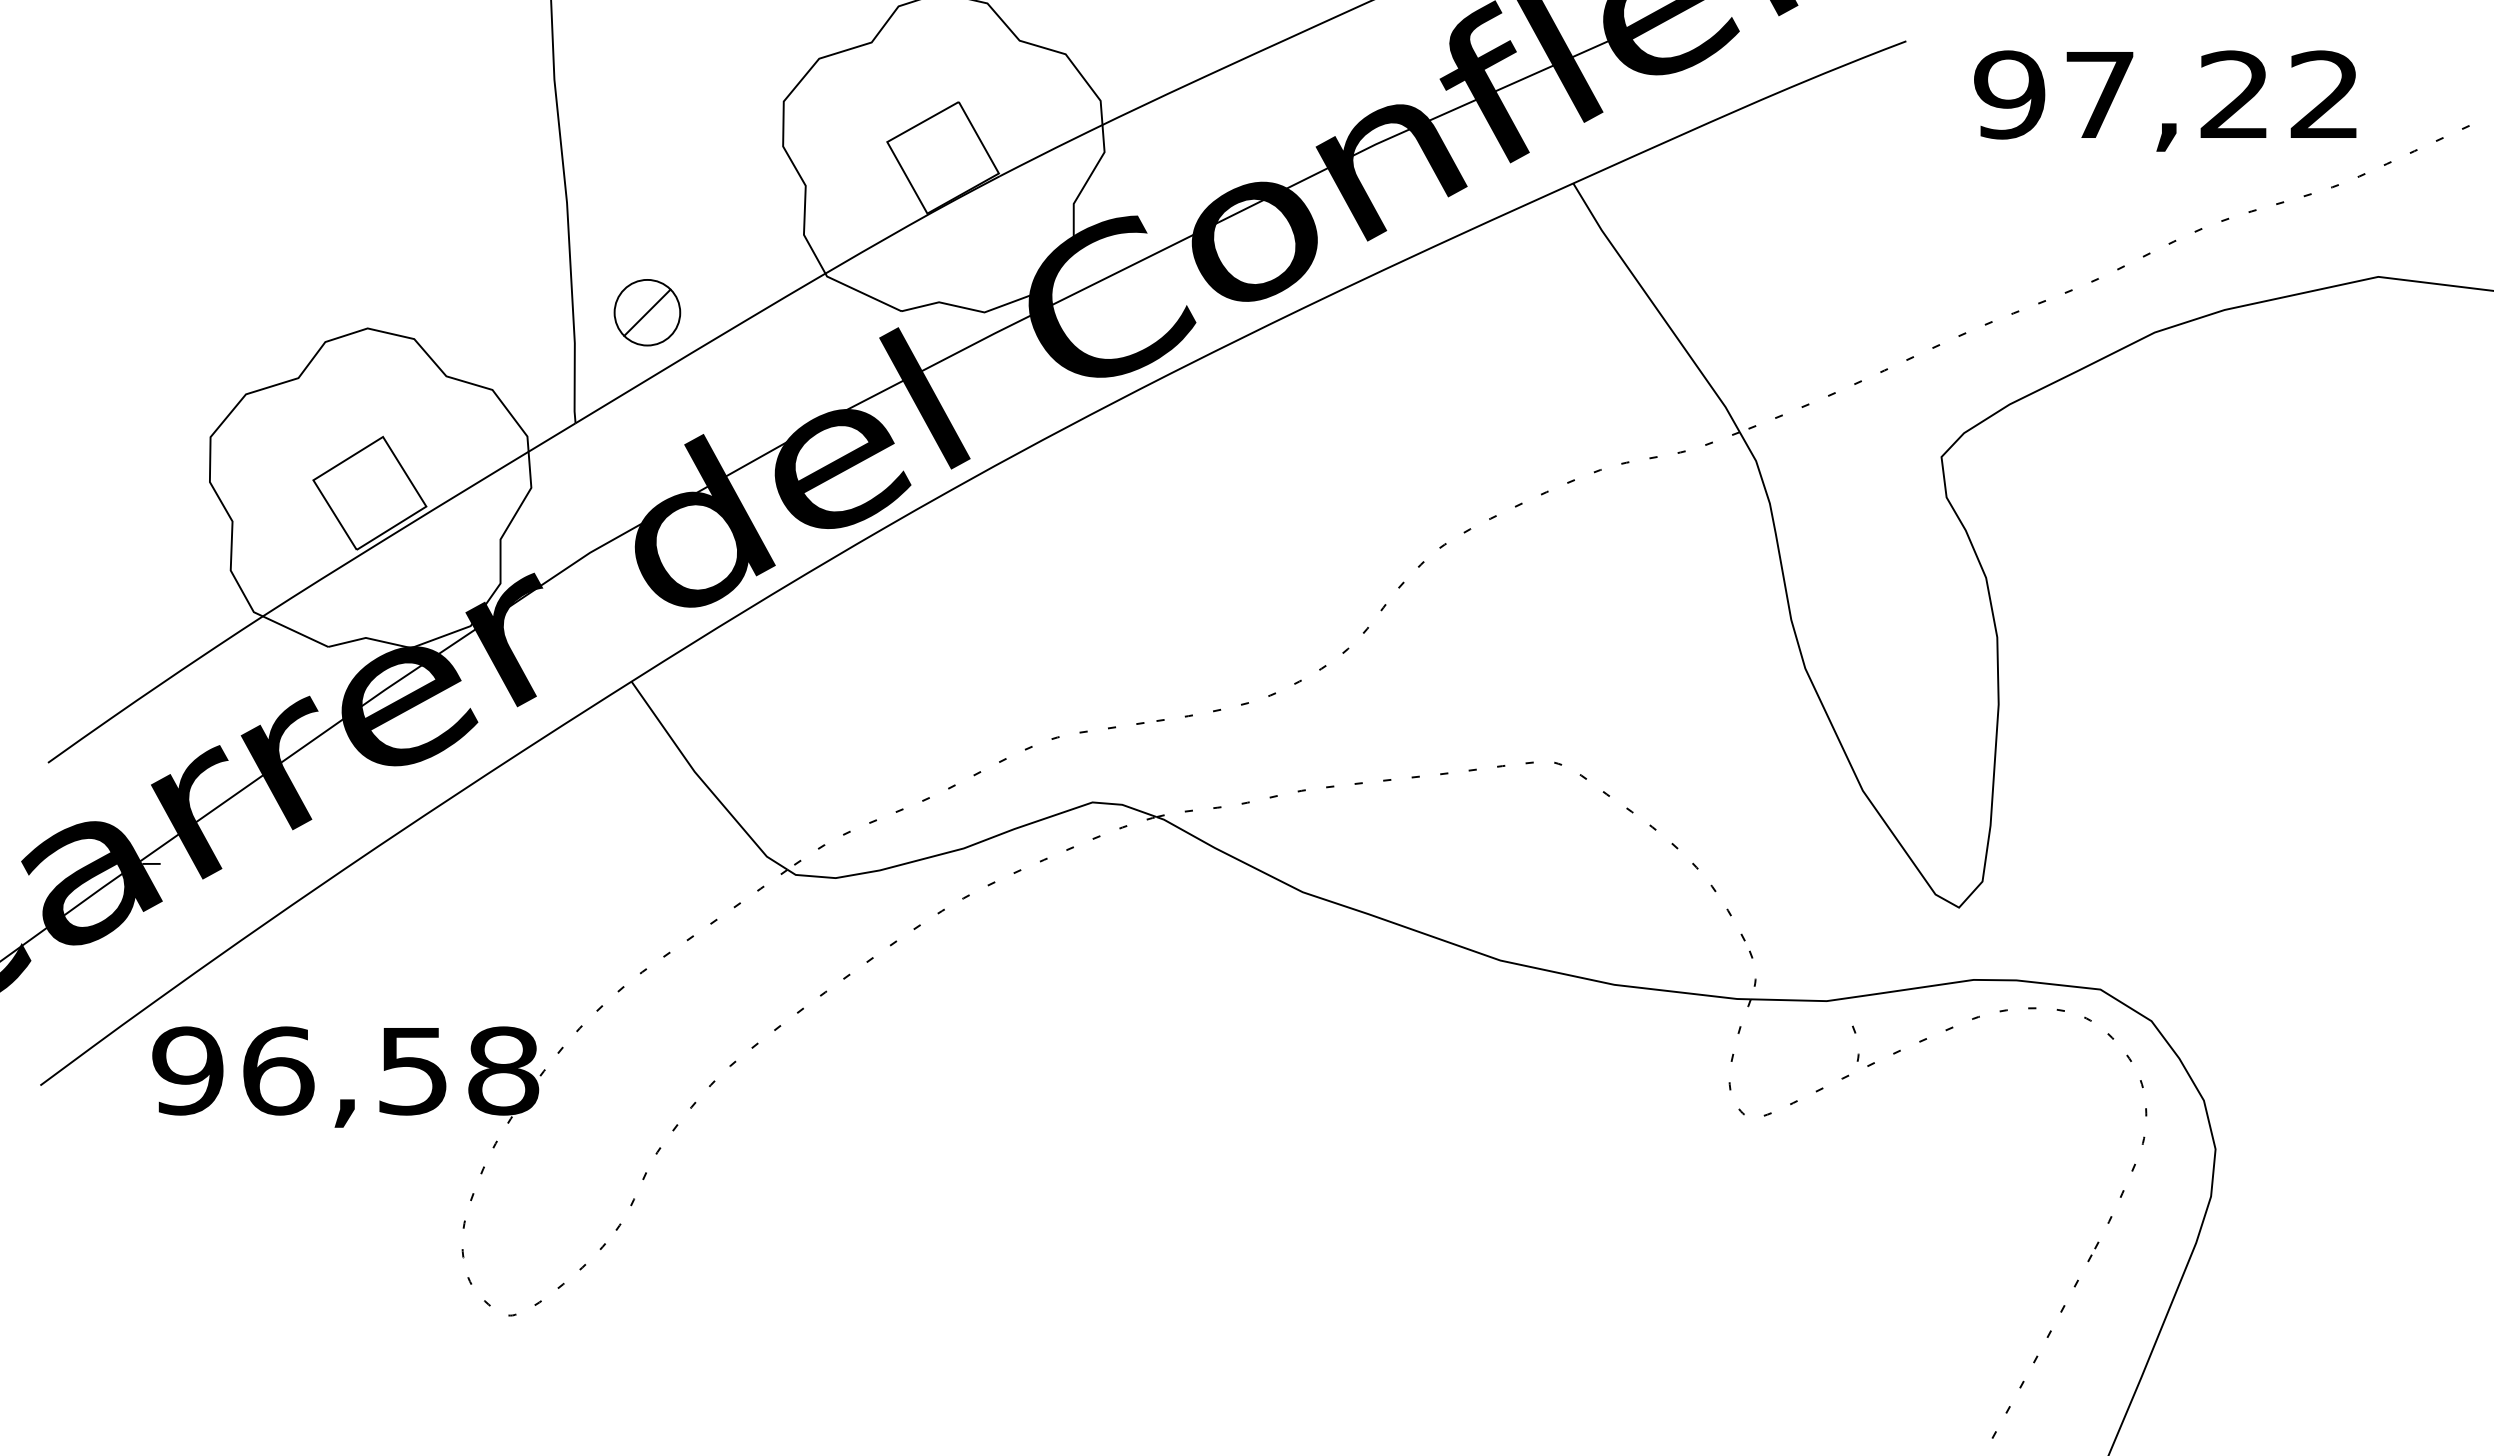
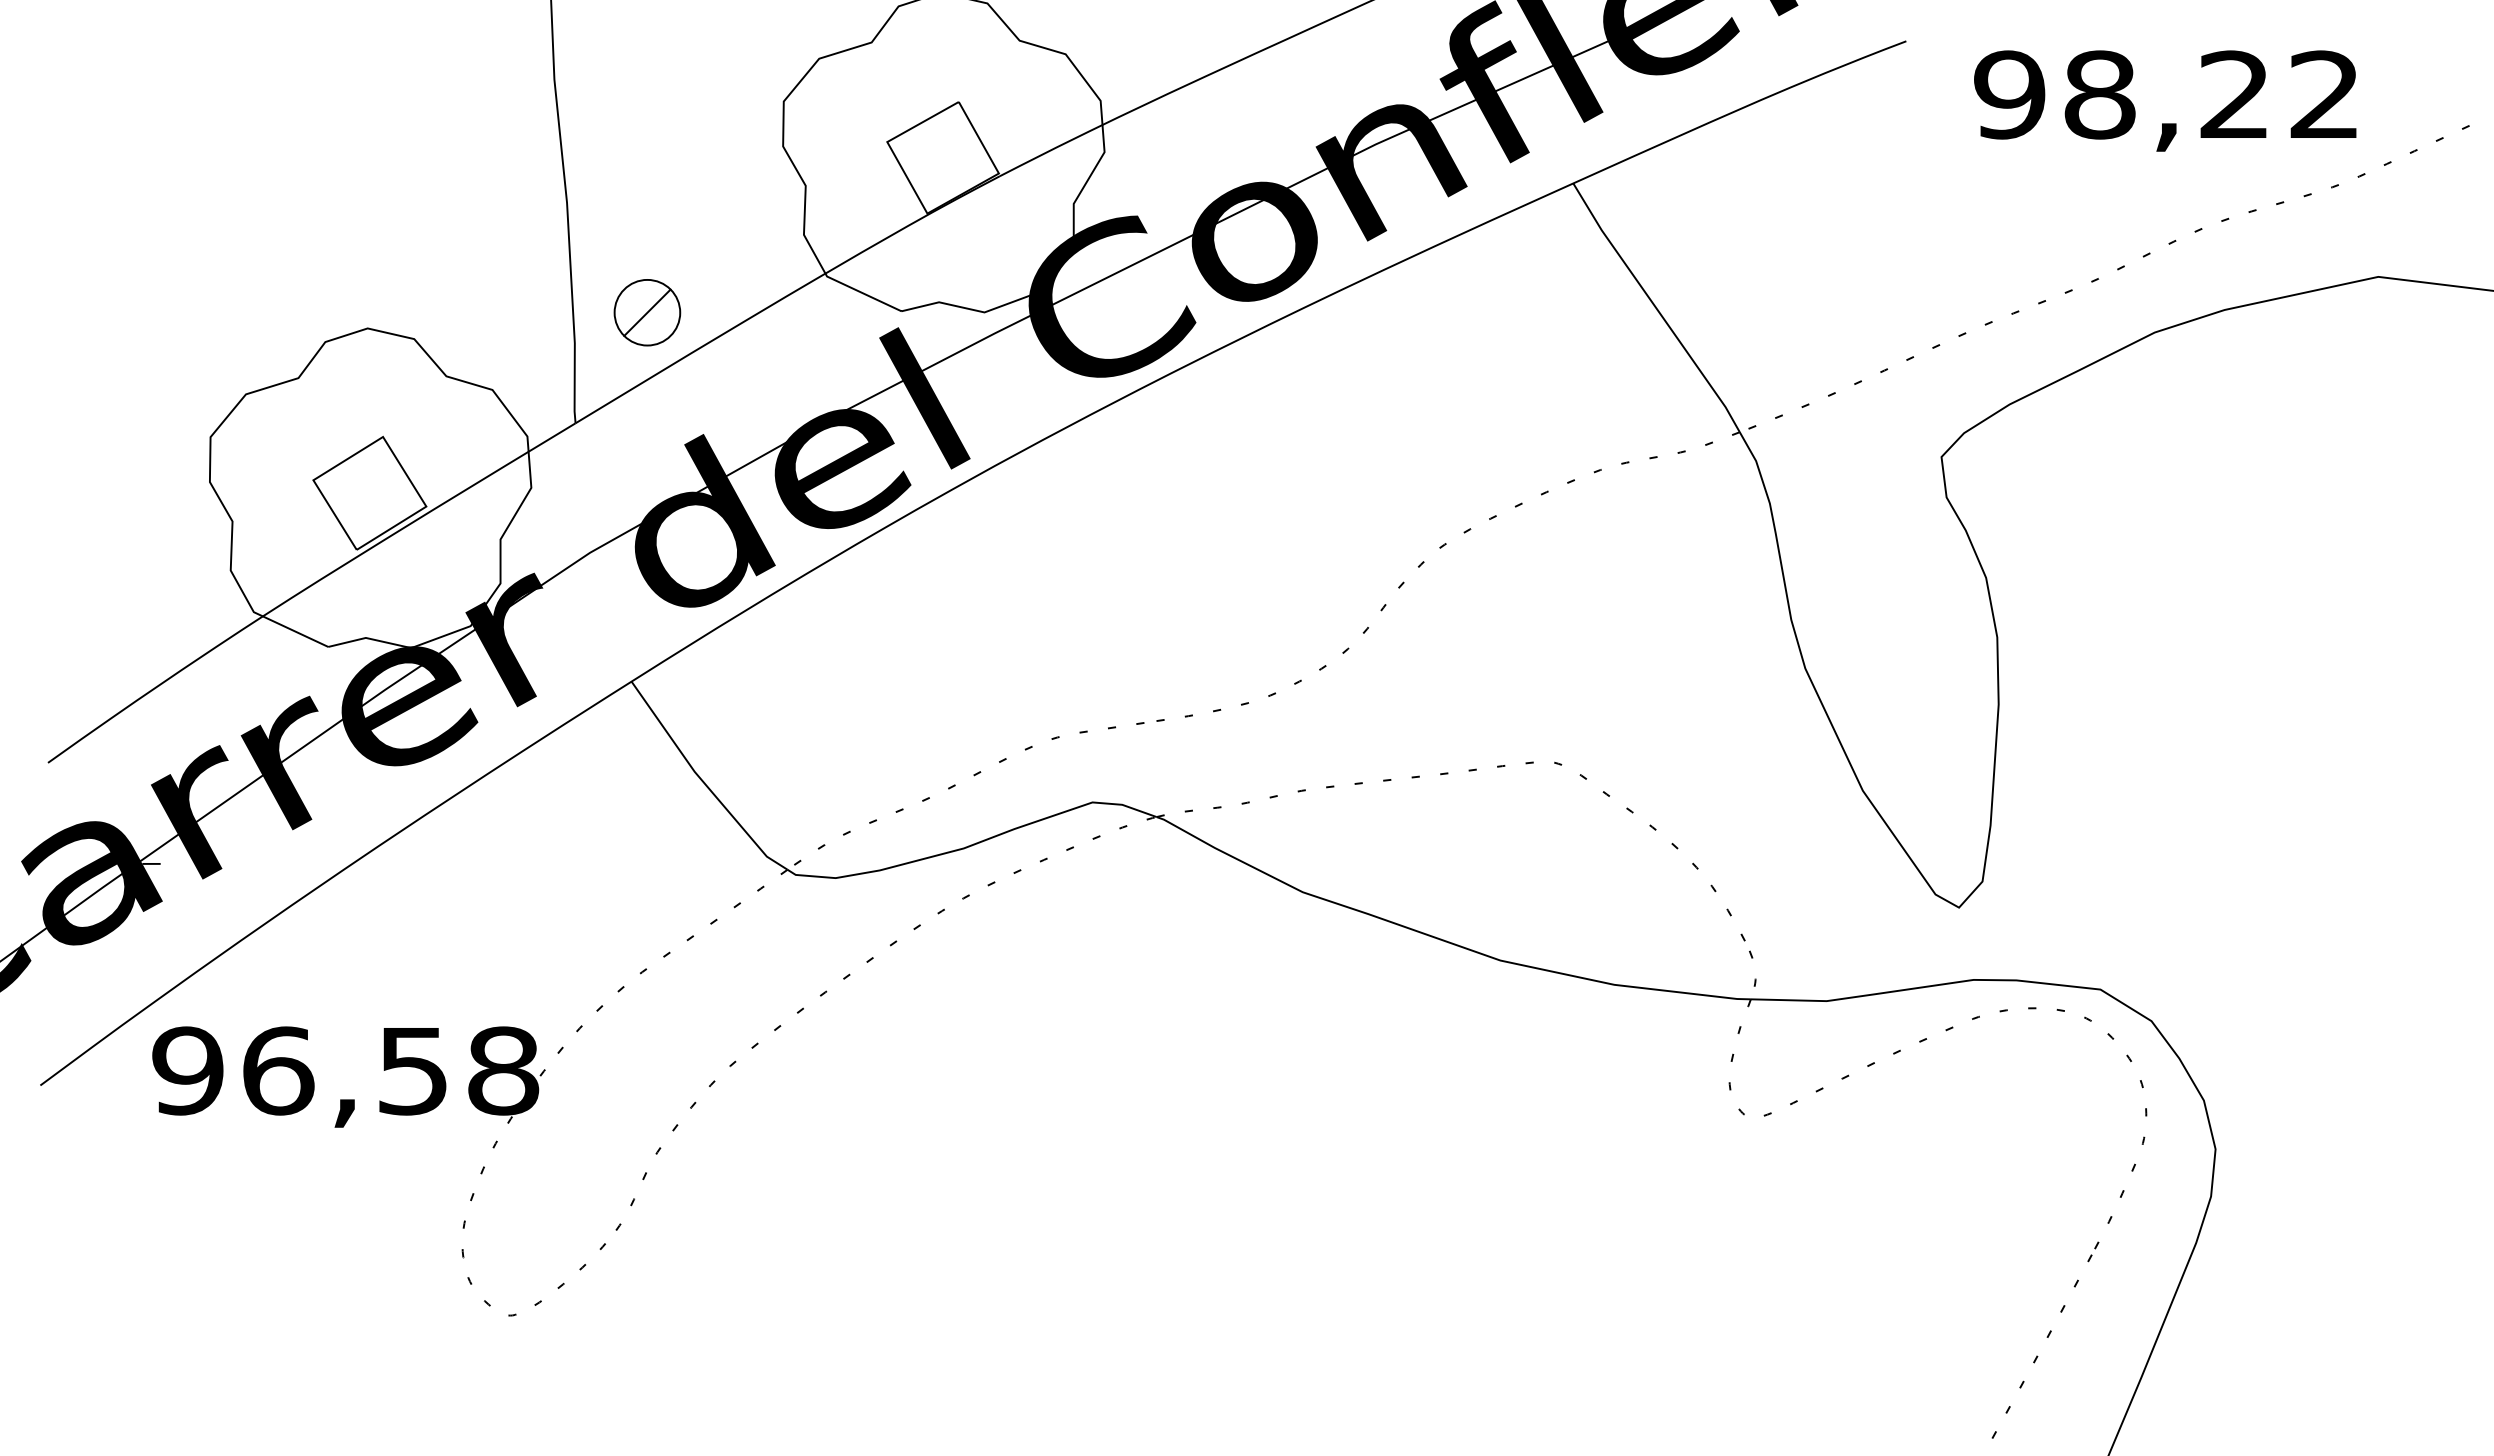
text at (2099, 94): 97,22 -> 98,22
curve at (1855, 1033): present -> none
